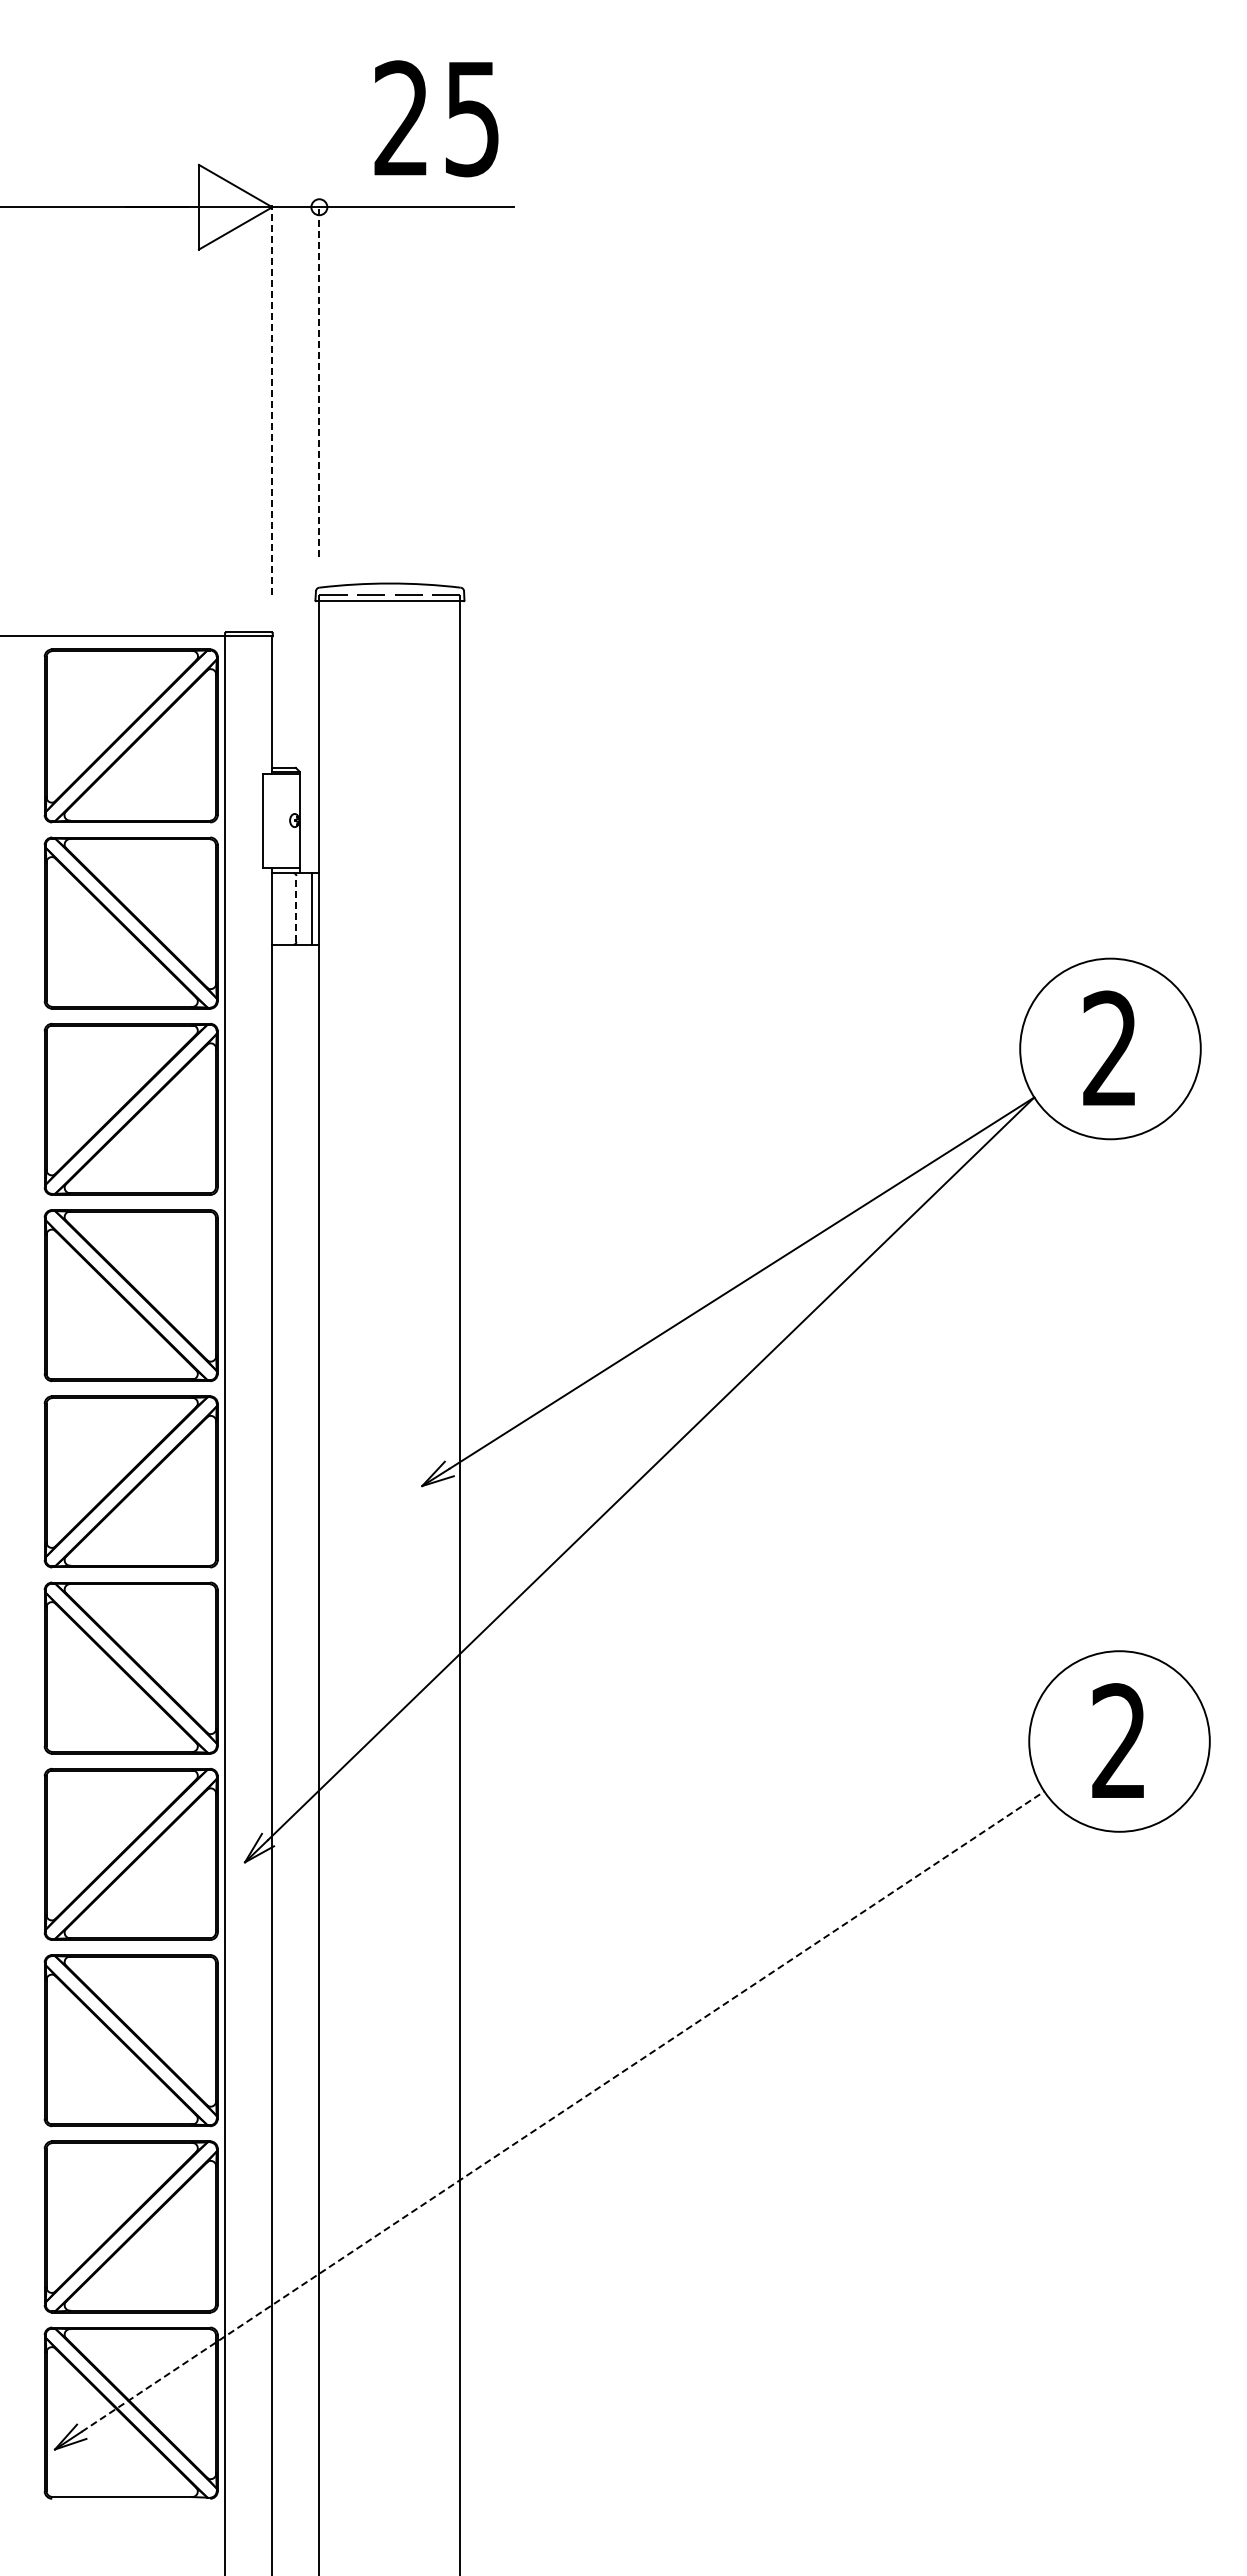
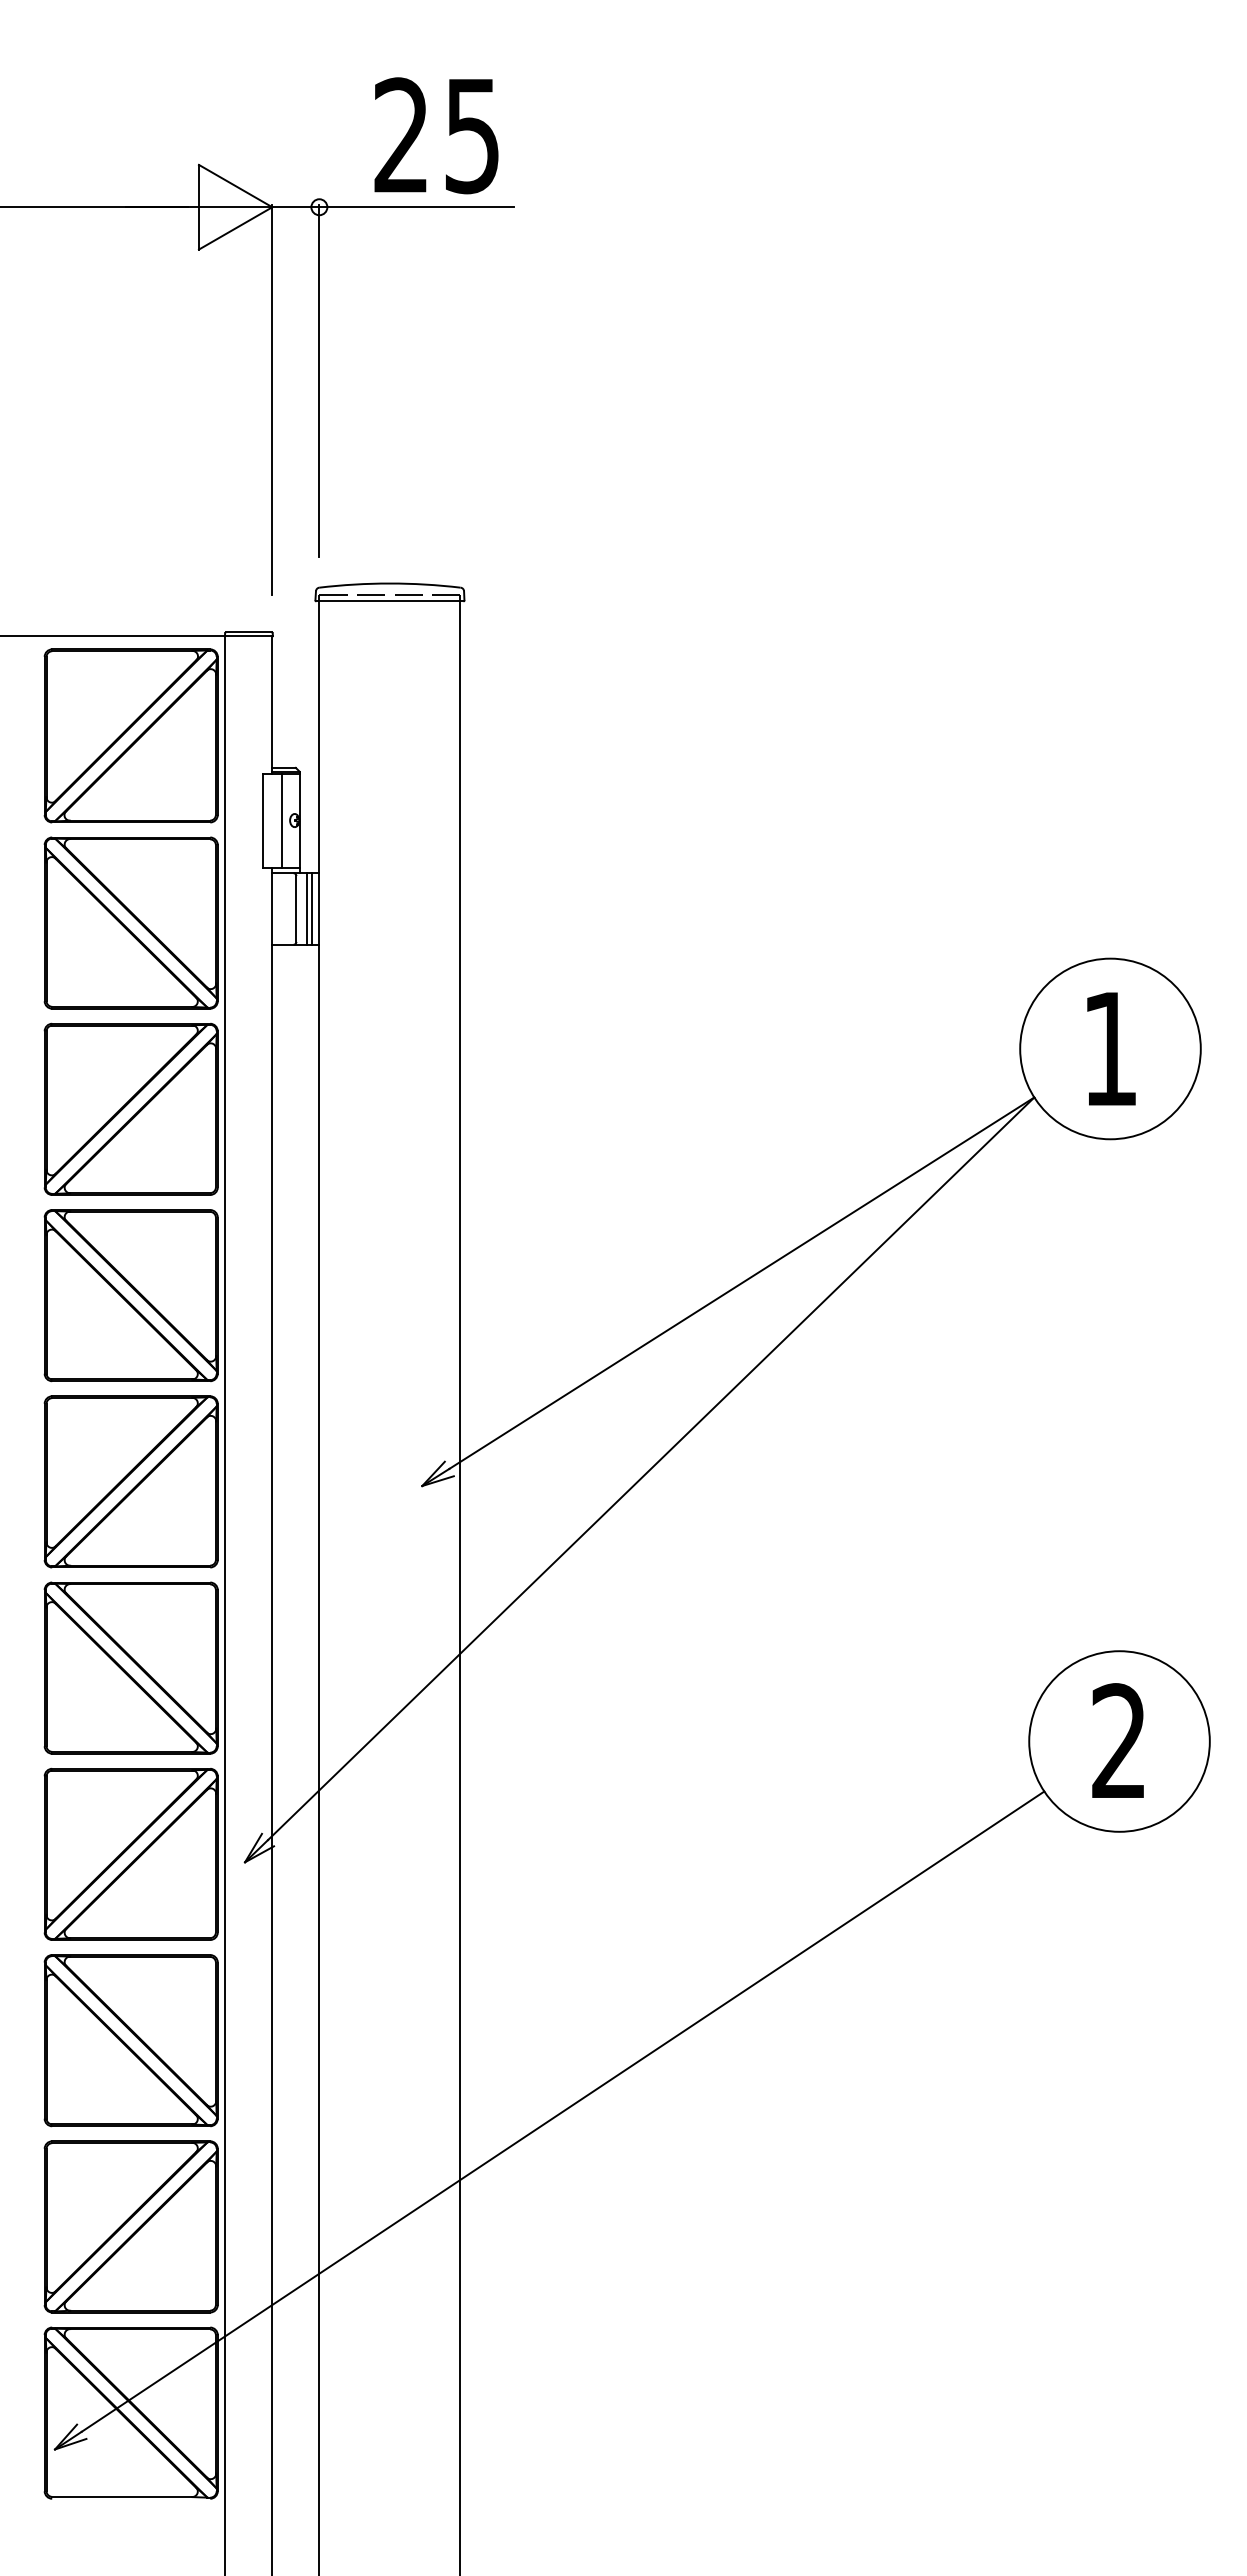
text at (436, 118) position: (436, 118) -> (436, 135)
line at (319, 381): dashed -> solid
line at (272, 400): dashed -> solid
line at (281, 820): none -> present
line at (307, 908): none -> present
line at (296, 909): dashed -> solid
text at (1109, 1047): 2 -> 1
line at (563, 2111): dashed -> solid
